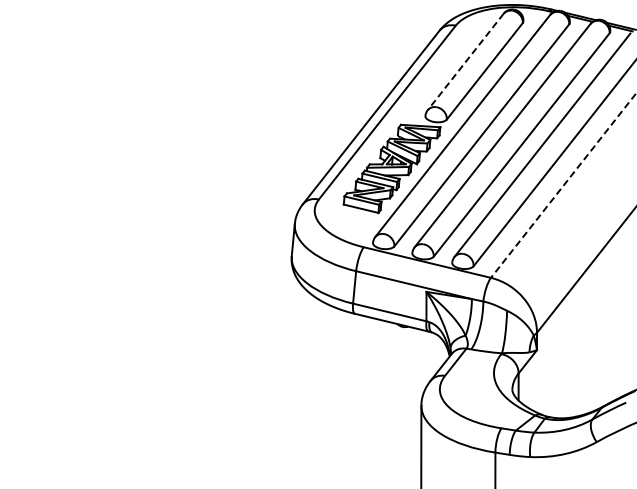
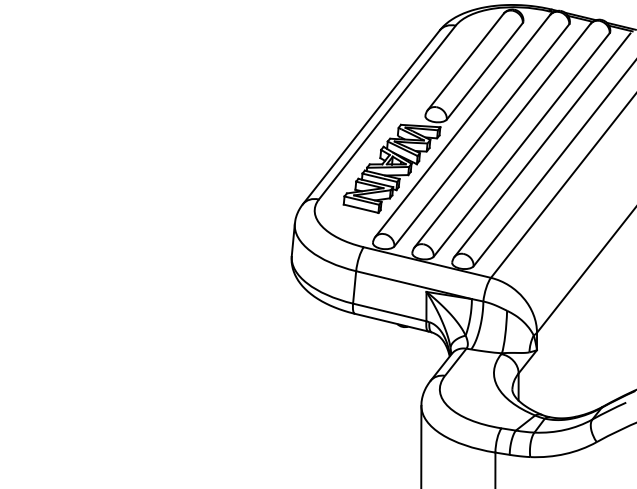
line at (465, 62): dashed -> solid
line at (563, 185): dashed -> solid
